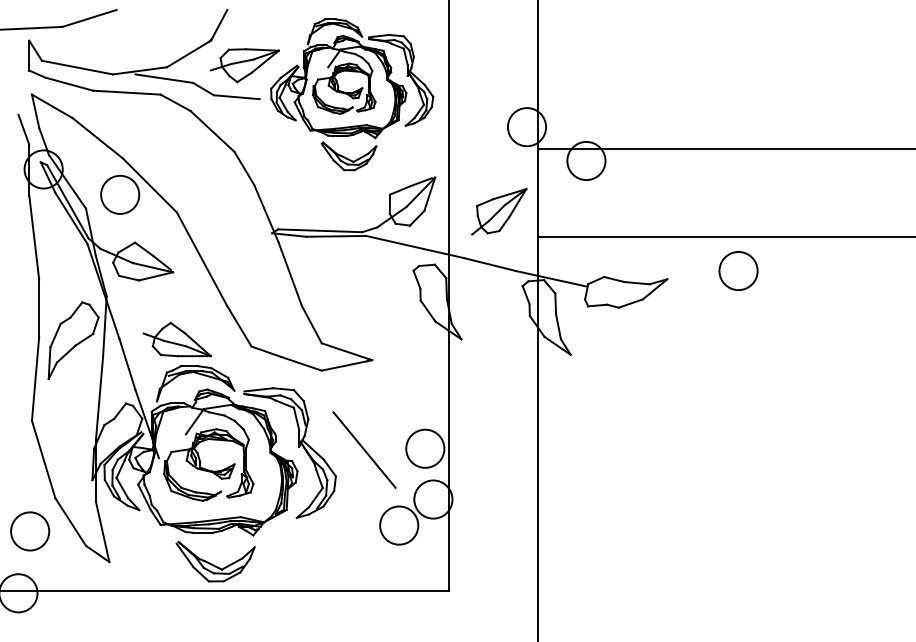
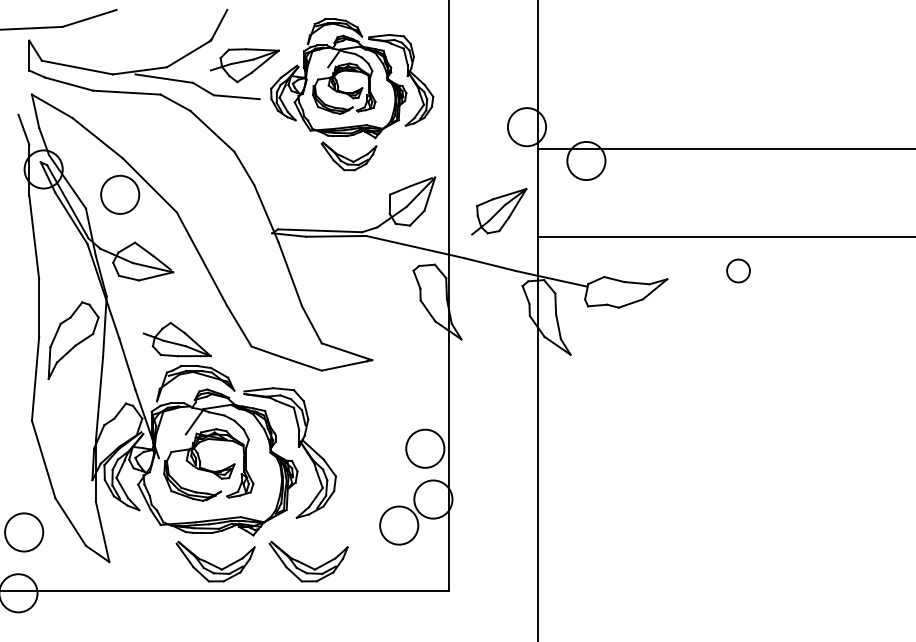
circle at (738, 270) size: 41x40 px -> 25x26 px
line at (364, 449): present -> none
circle at (30, 531) position: (30, 531) -> (24, 532)
part at (308, 561): none -> present
